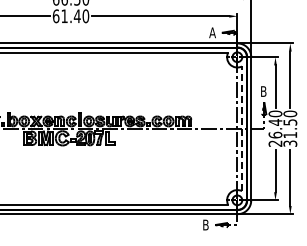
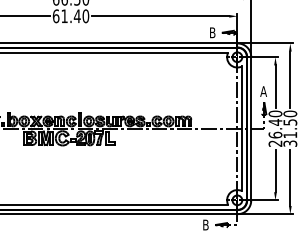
text at (212, 32): A -> B
text at (263, 91): B -> A
line at (242, 128): dashed -> solid
